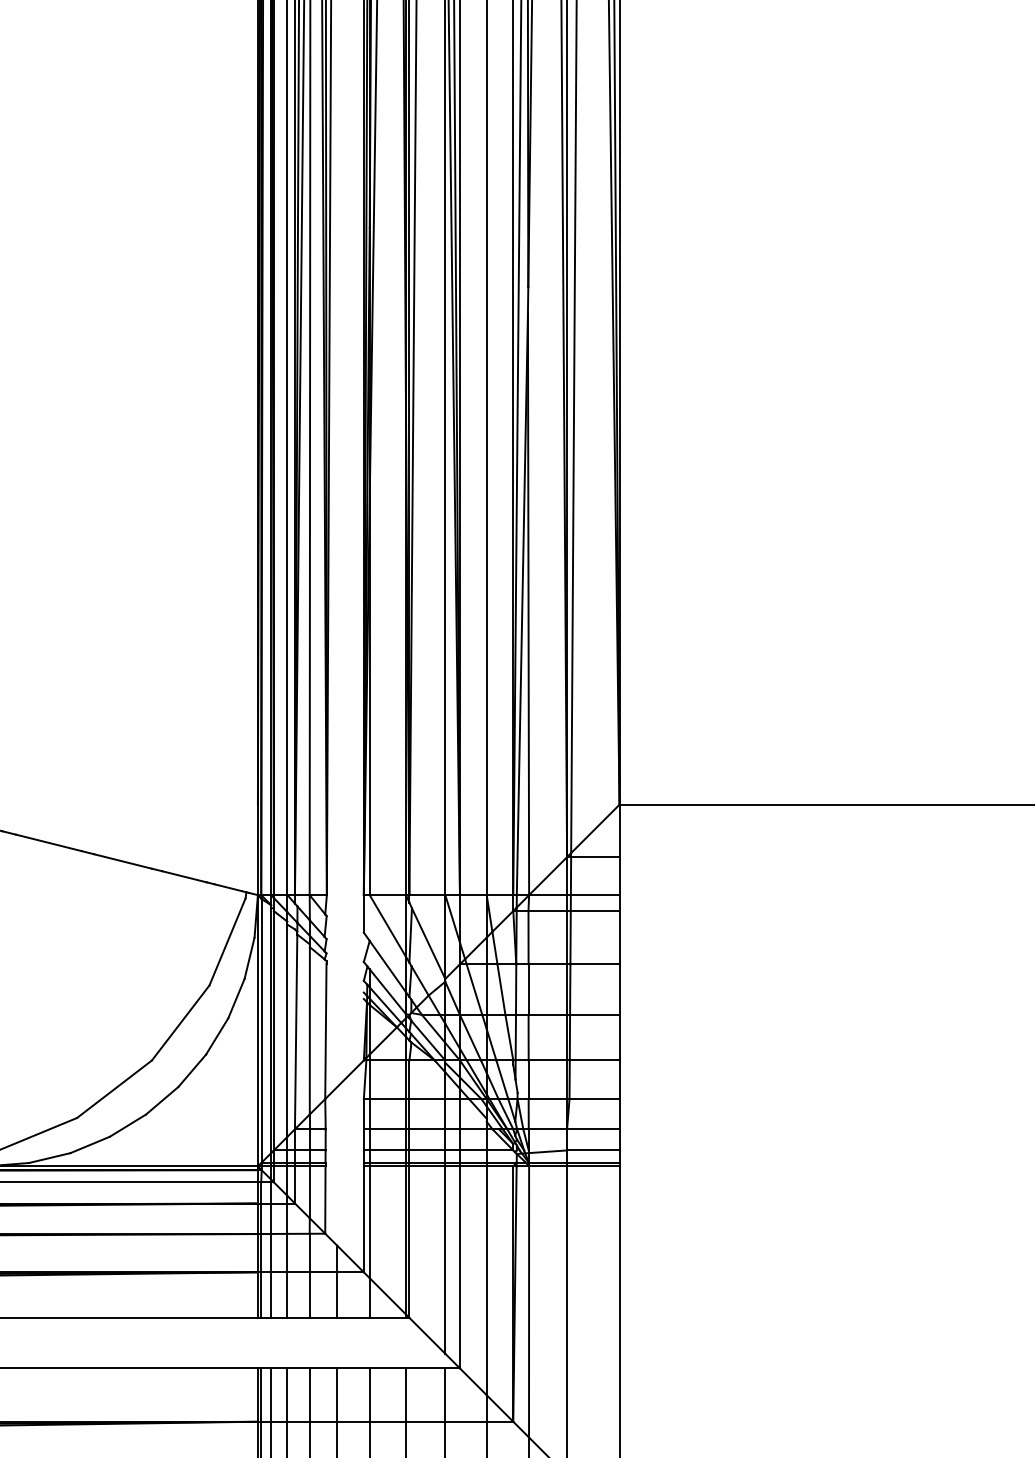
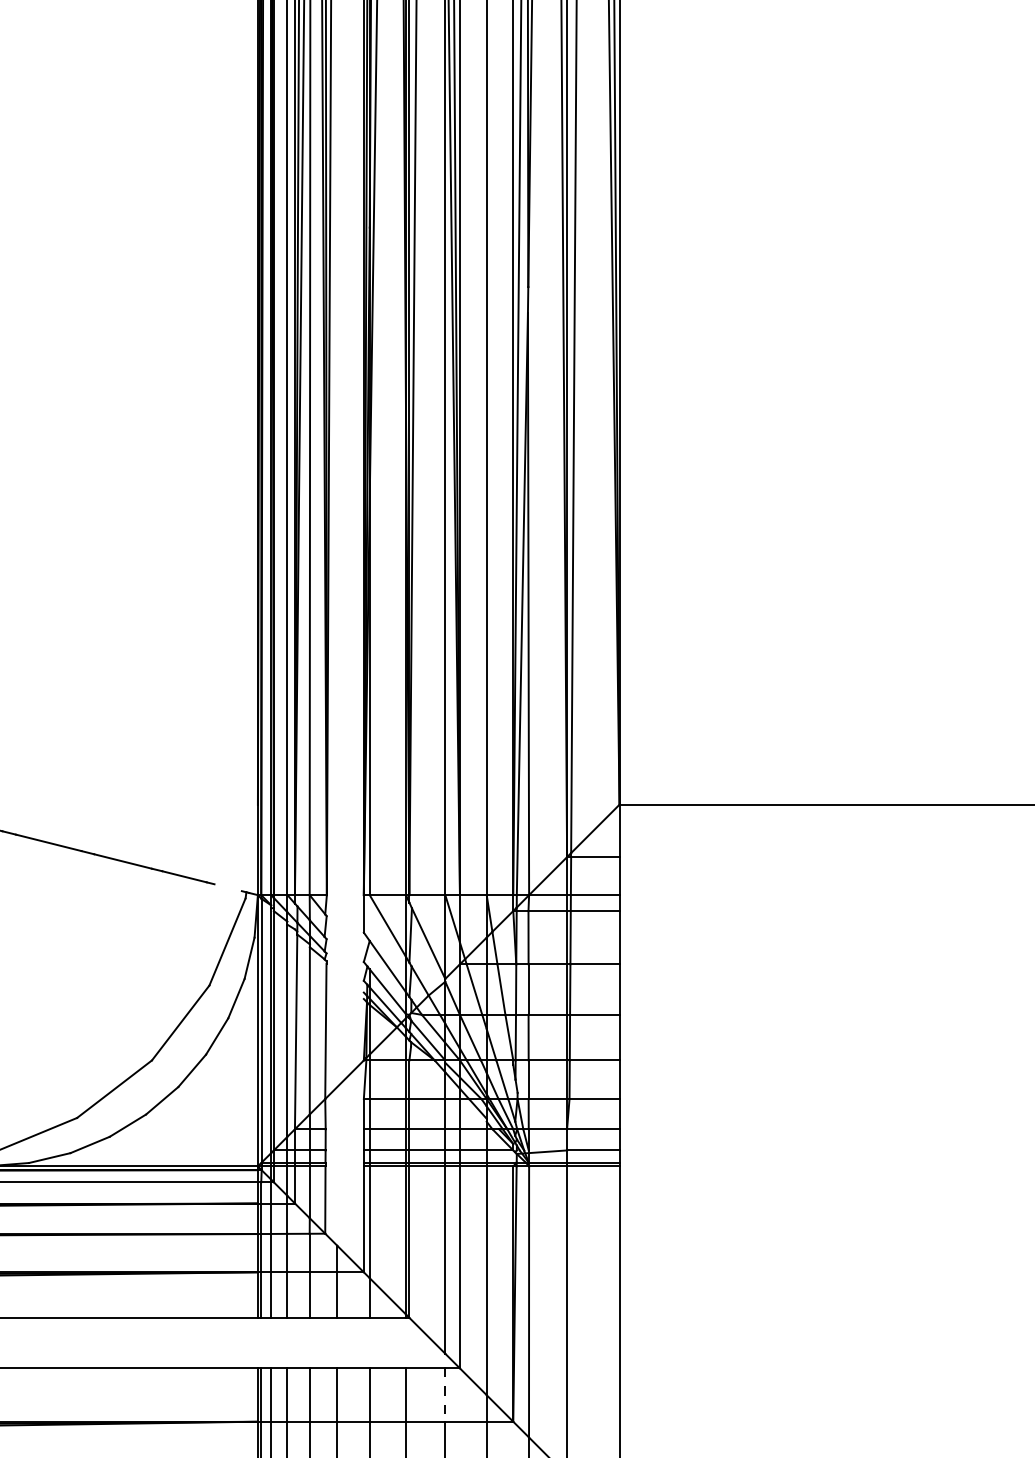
line at (227, 887): present -> none
line at (445, 1395): solid -> dashed
